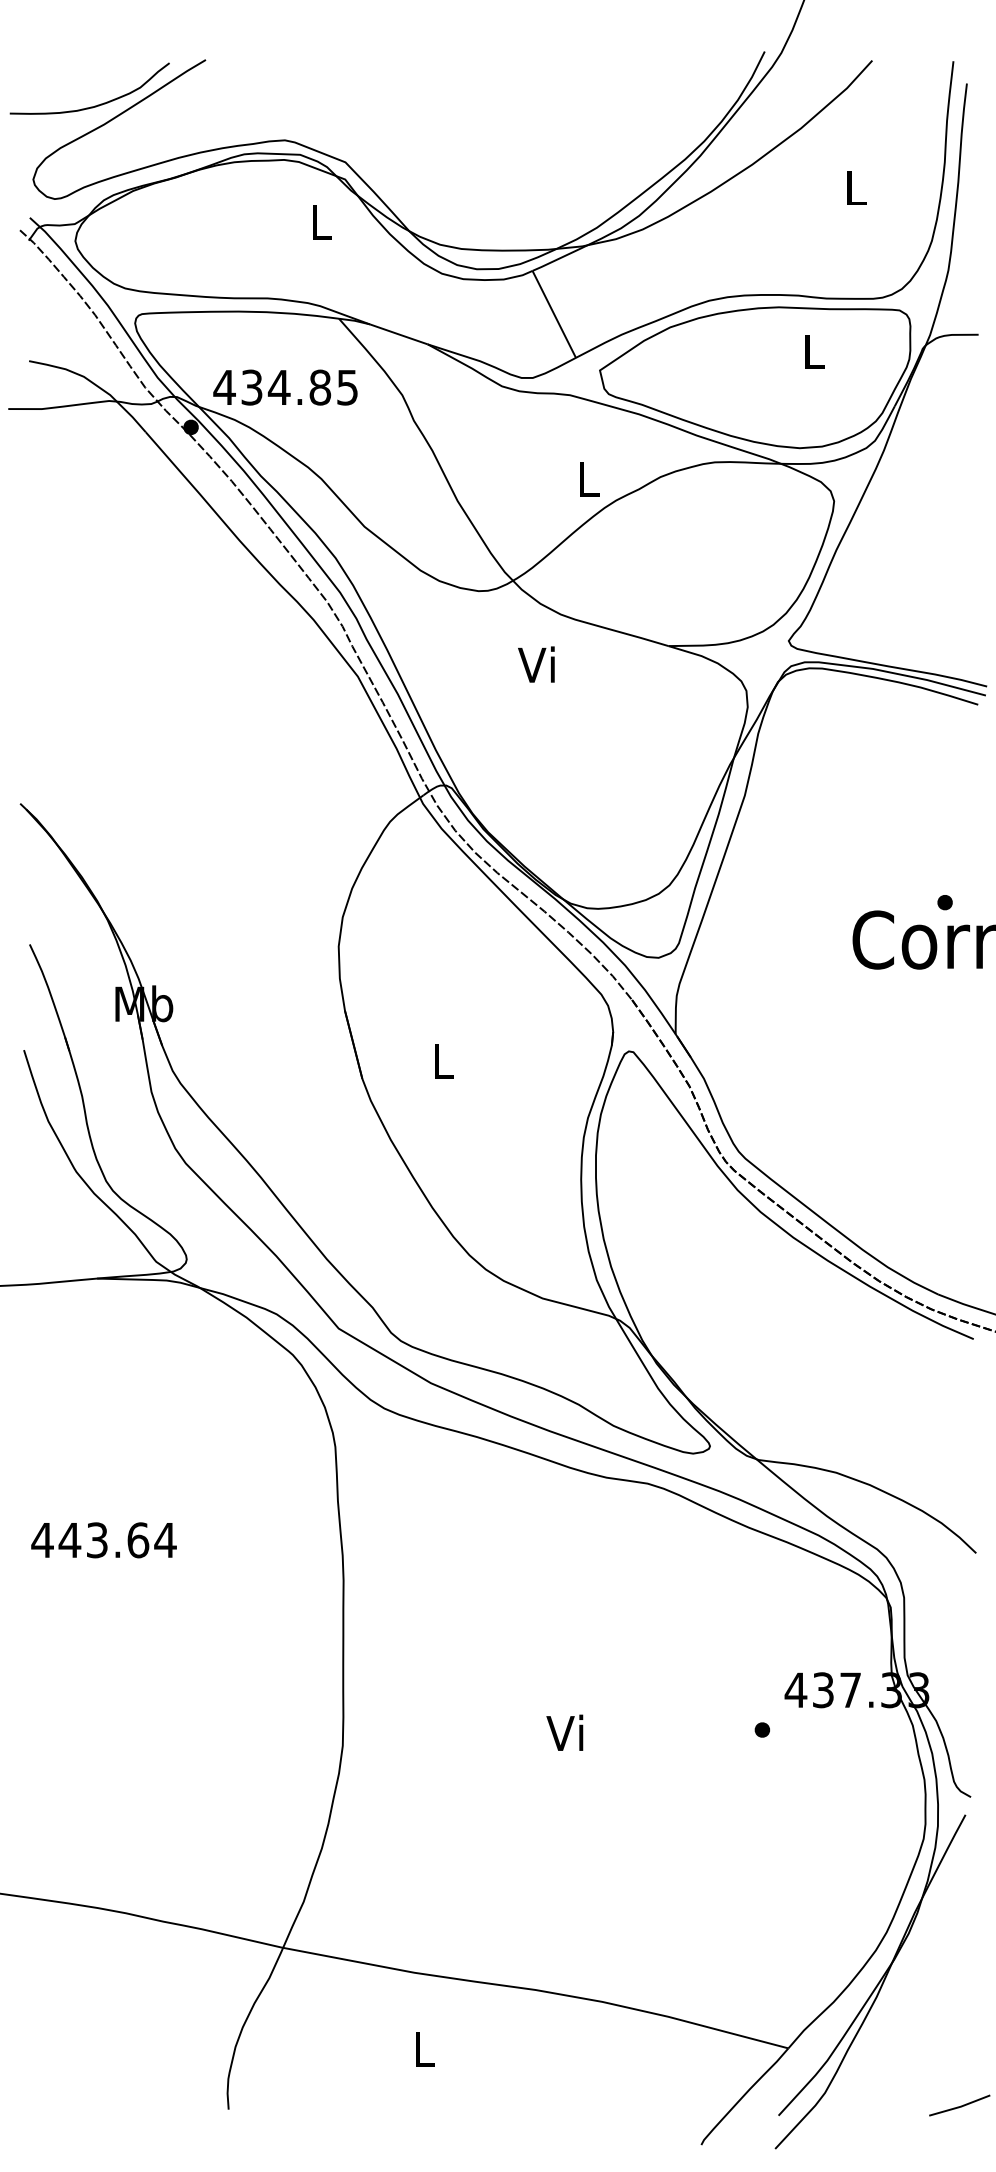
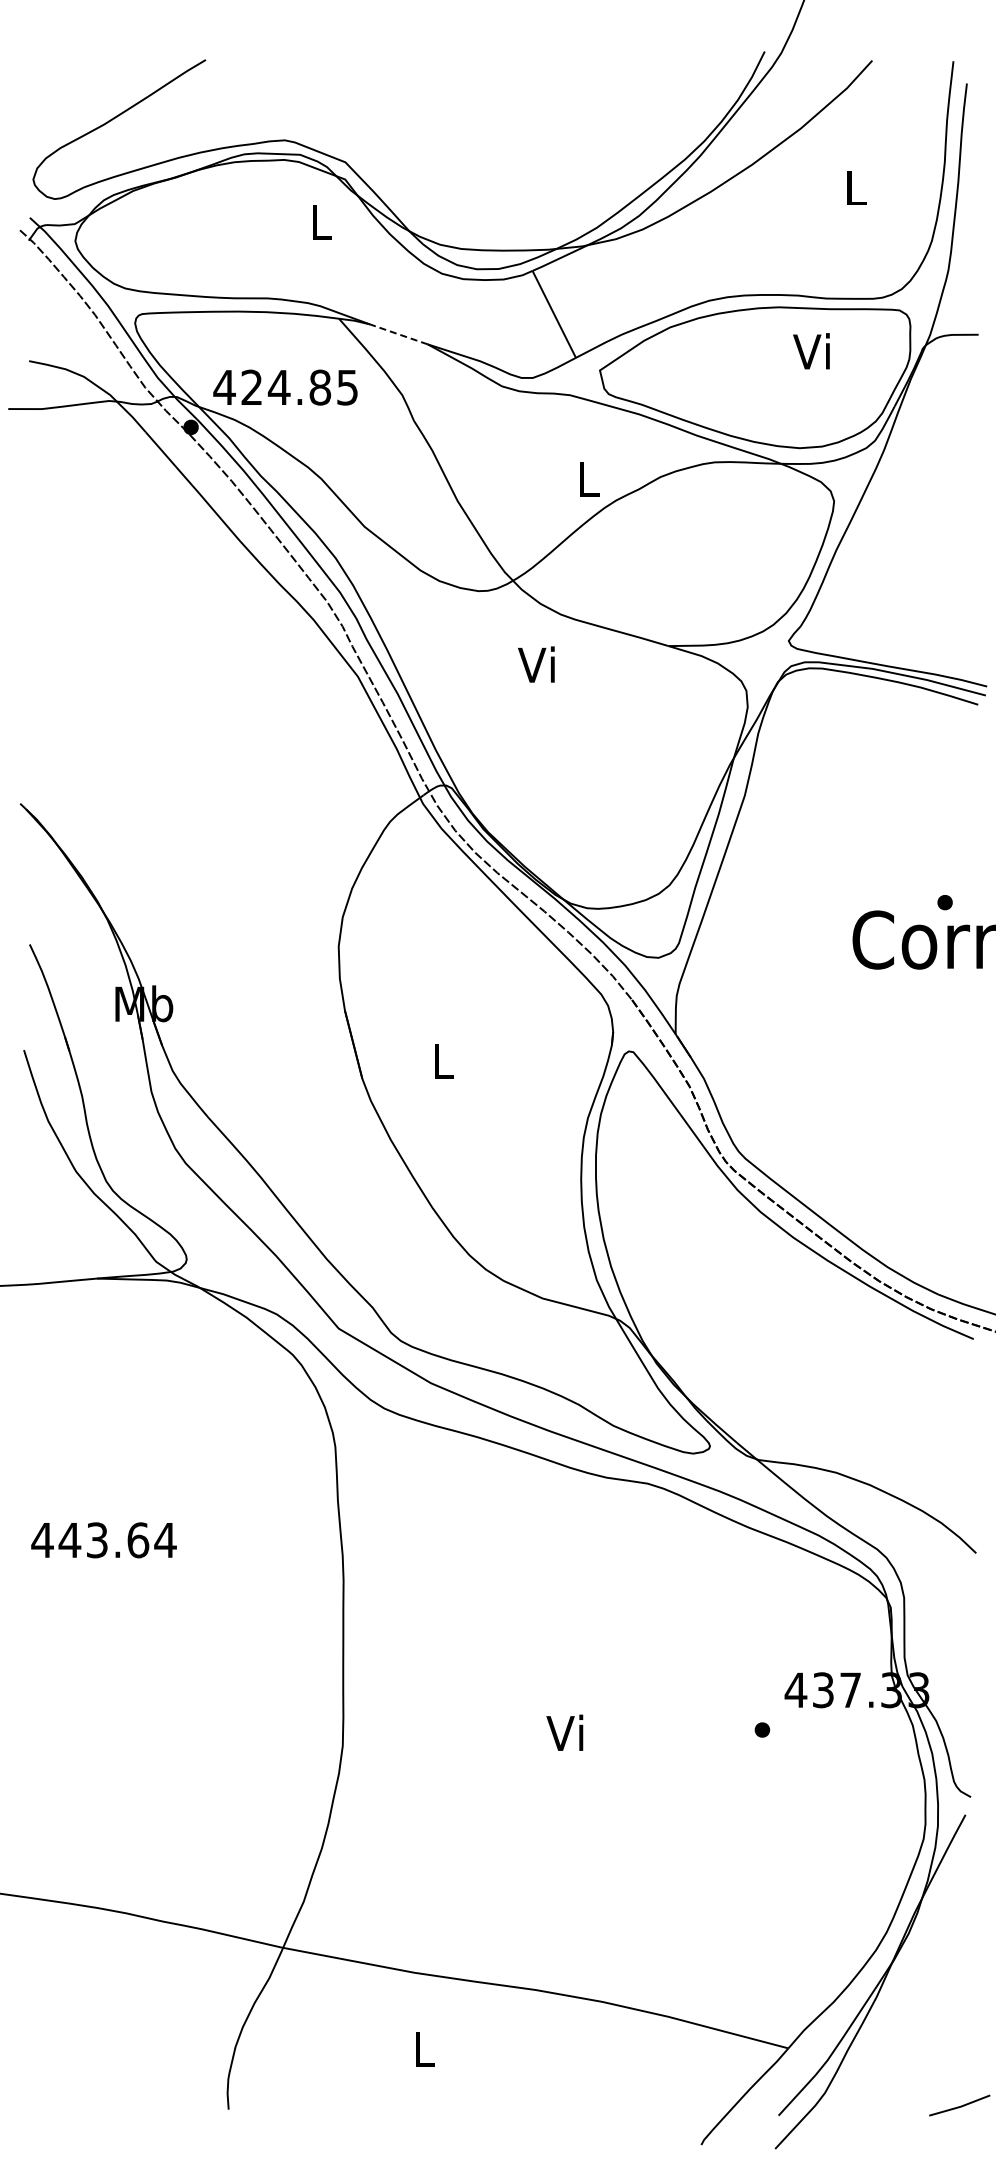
curve at (94, 105): present -> none
line at (398, 334): solid -> dashed
text at (811, 351): L -> Vi
text at (251, 387): 434.85 -> 424.85
